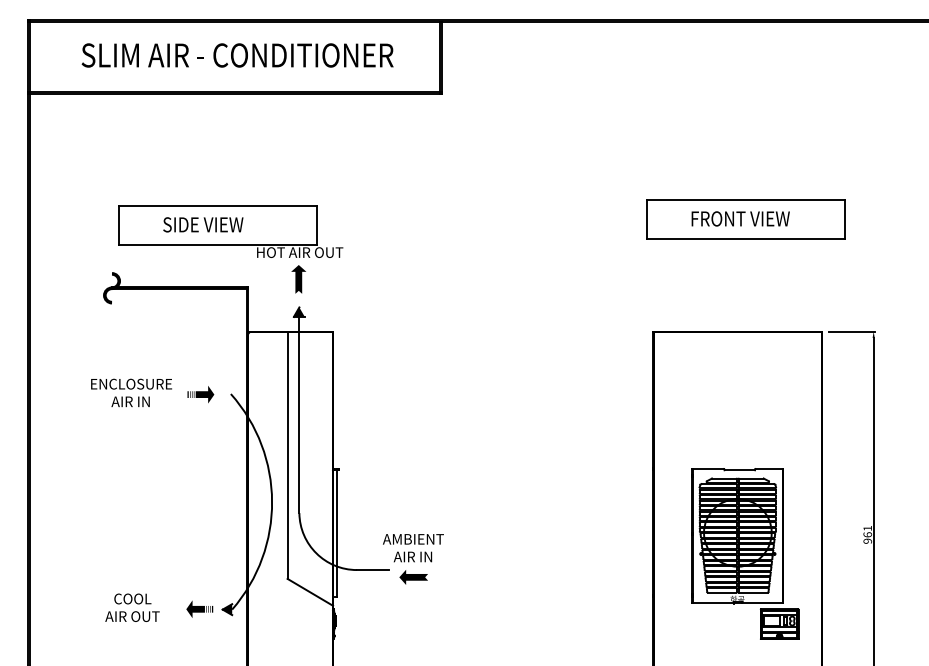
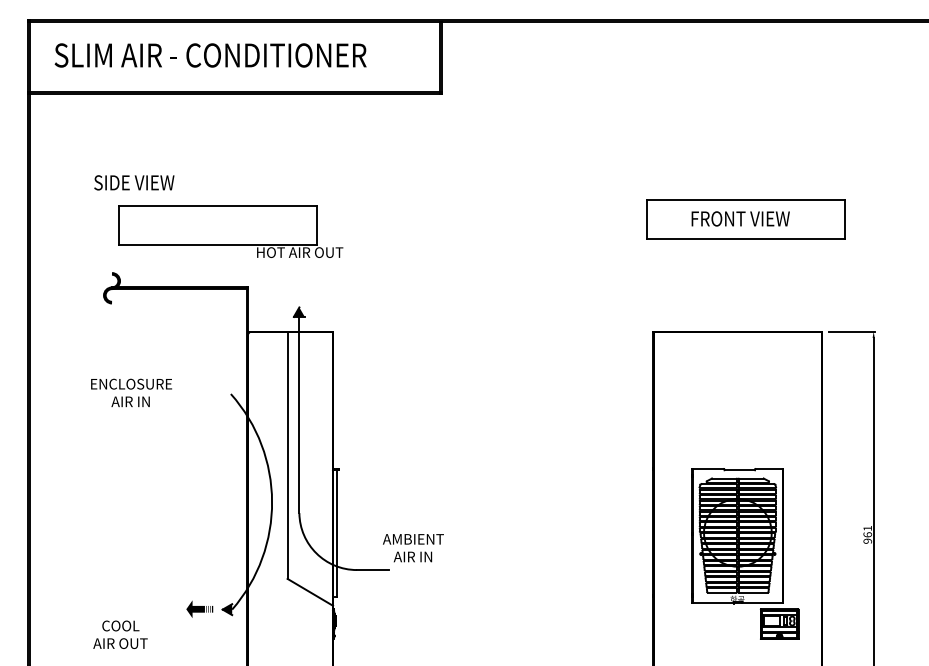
text at (237, 55) position: (237, 55) -> (210, 55)
text at (203, 224) position: (203, 224) -> (134, 182)
fill at (298, 278): present -> none
part at (200, 394): present -> none
part at (413, 577): present -> none
text at (132, 607) position: (132, 607) -> (120, 634)
